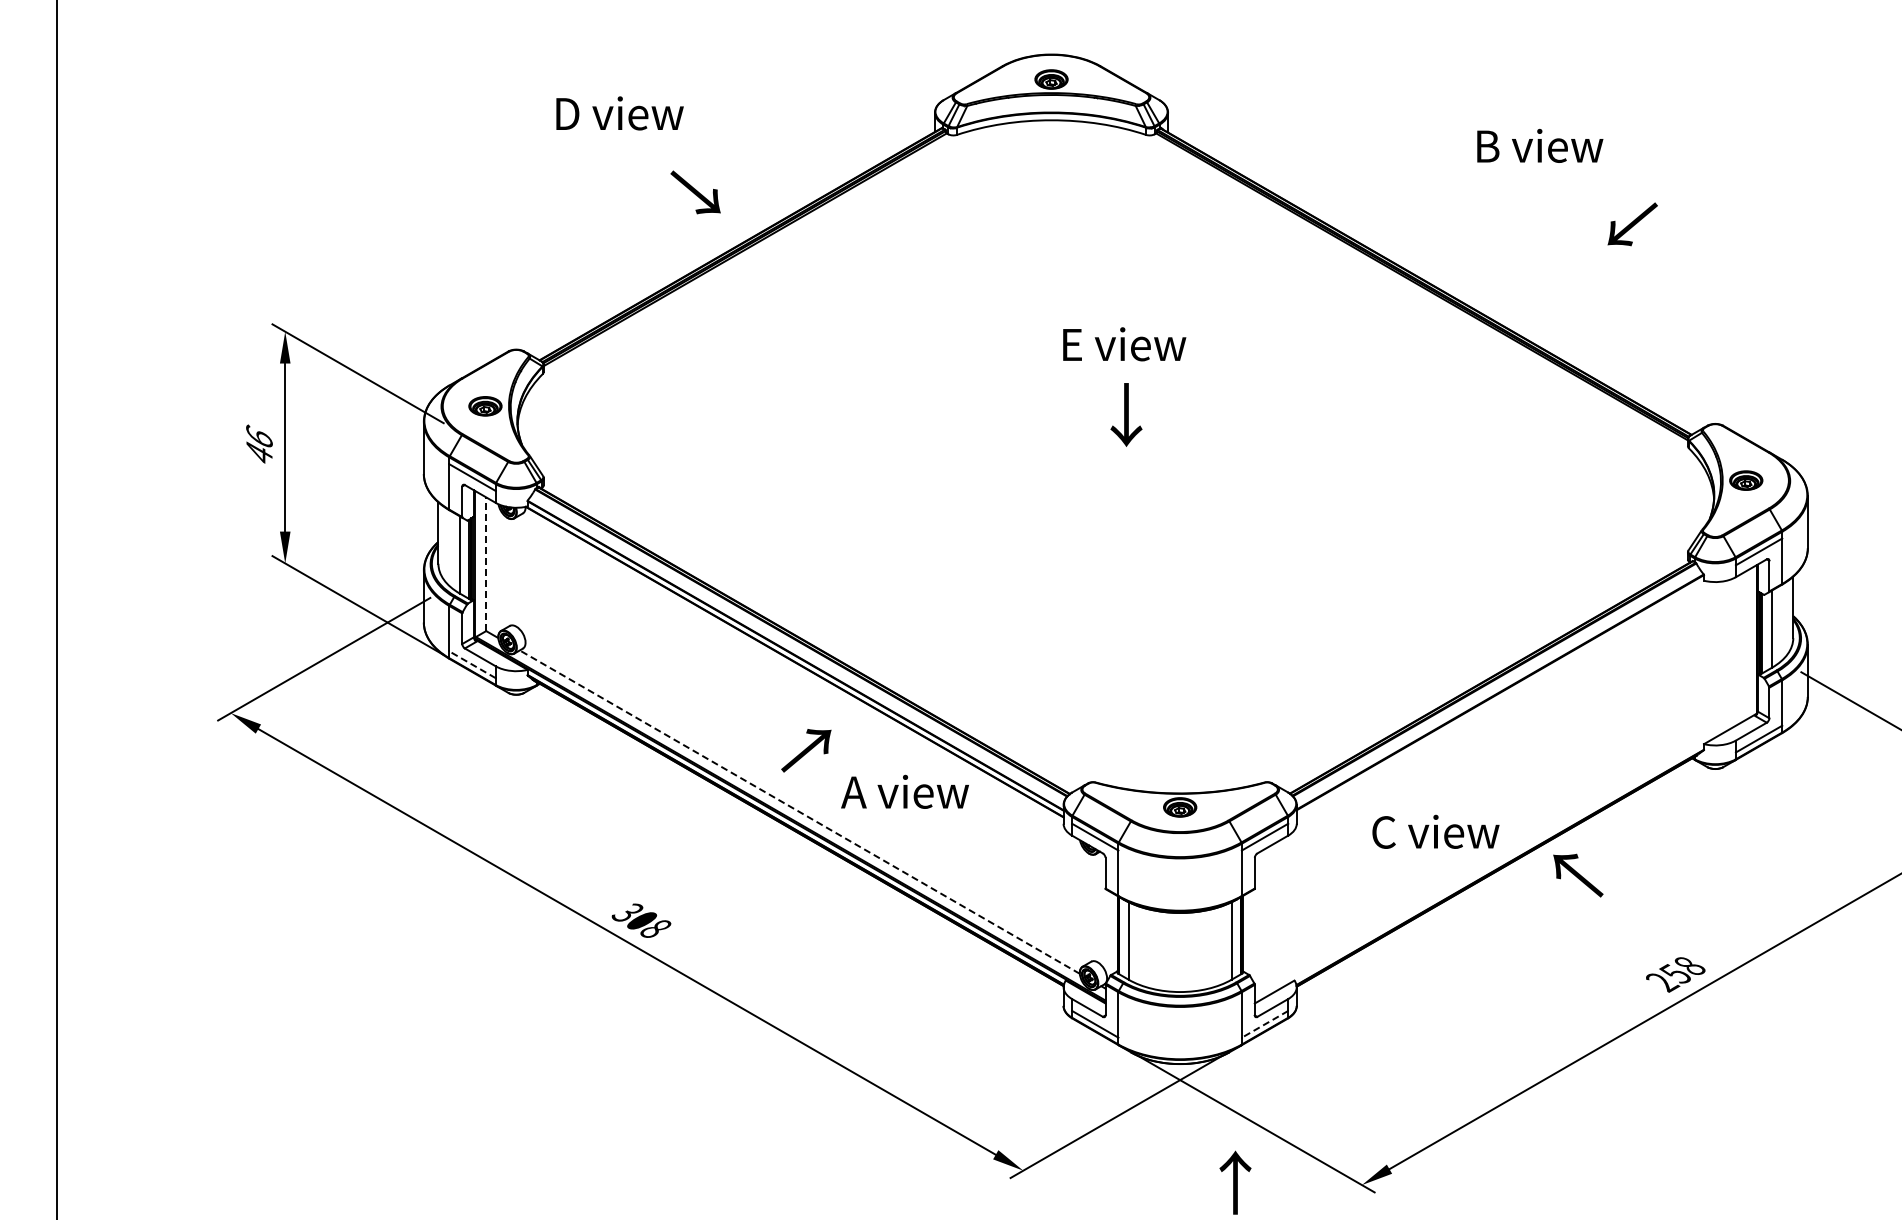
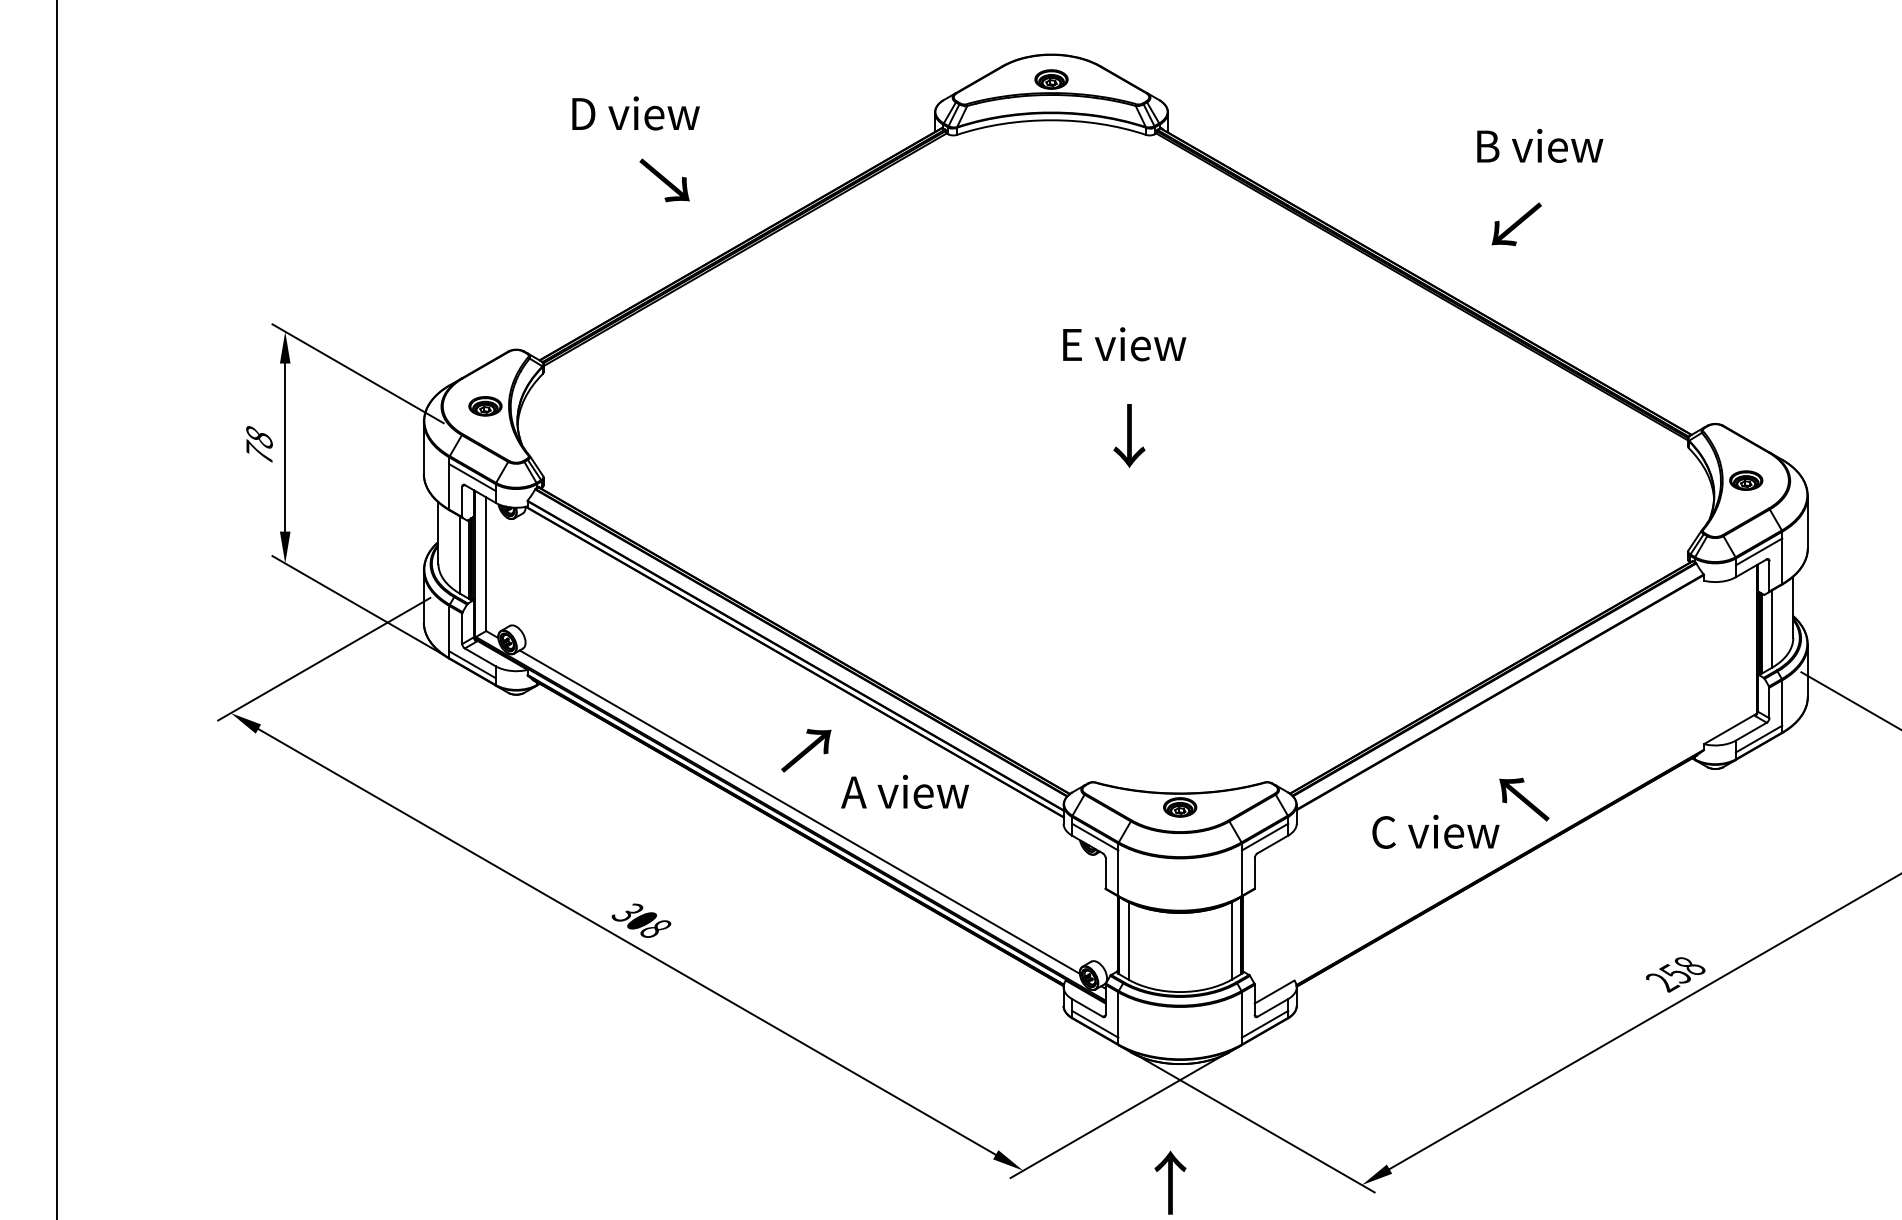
text at (619, 113) position: (619, 113) -> (635, 113)
text at (695, 192) position: (695, 192) -> (664, 180)
text at (1632, 224) position: (1632, 224) -> (1516, 224)
text at (1126, 414) position: (1126, 414) -> (1129, 435)
text at (259, 443): 46 -> 78
line at (486, 564): dashed -> solid
line at (472, 664): dashed -> solid
line at (799, 811): dashed -> solid
text at (1578, 875) position: (1578, 875) -> (1524, 799)
line at (1265, 1024): dashed -> solid
text at (1235, 1182) position: (1235, 1182) -> (1170, 1182)
